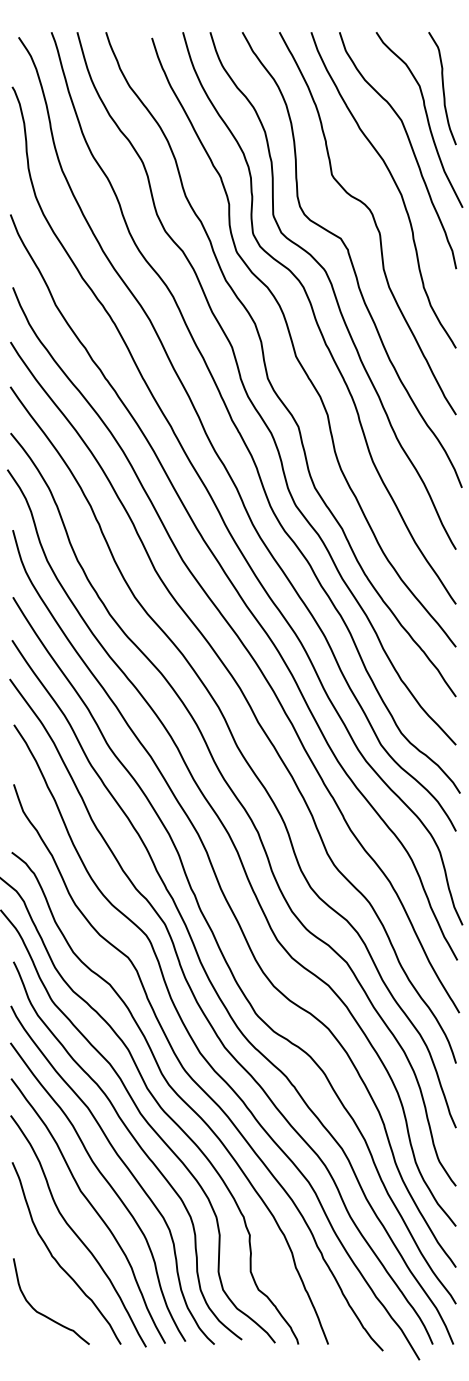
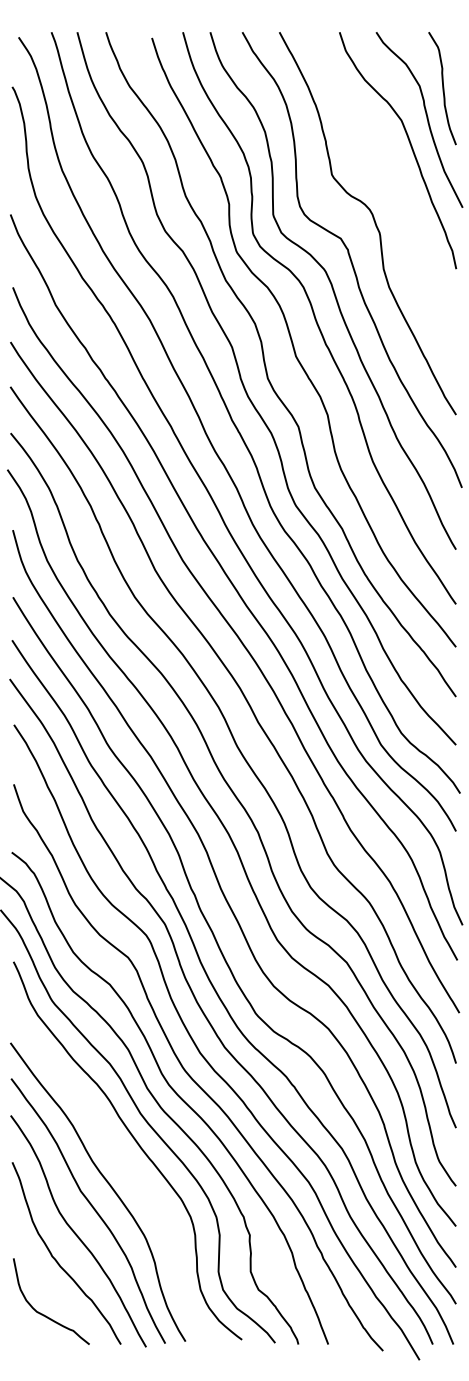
curve at (395, 185): present -> none
curve at (123, 1164): present -> none
